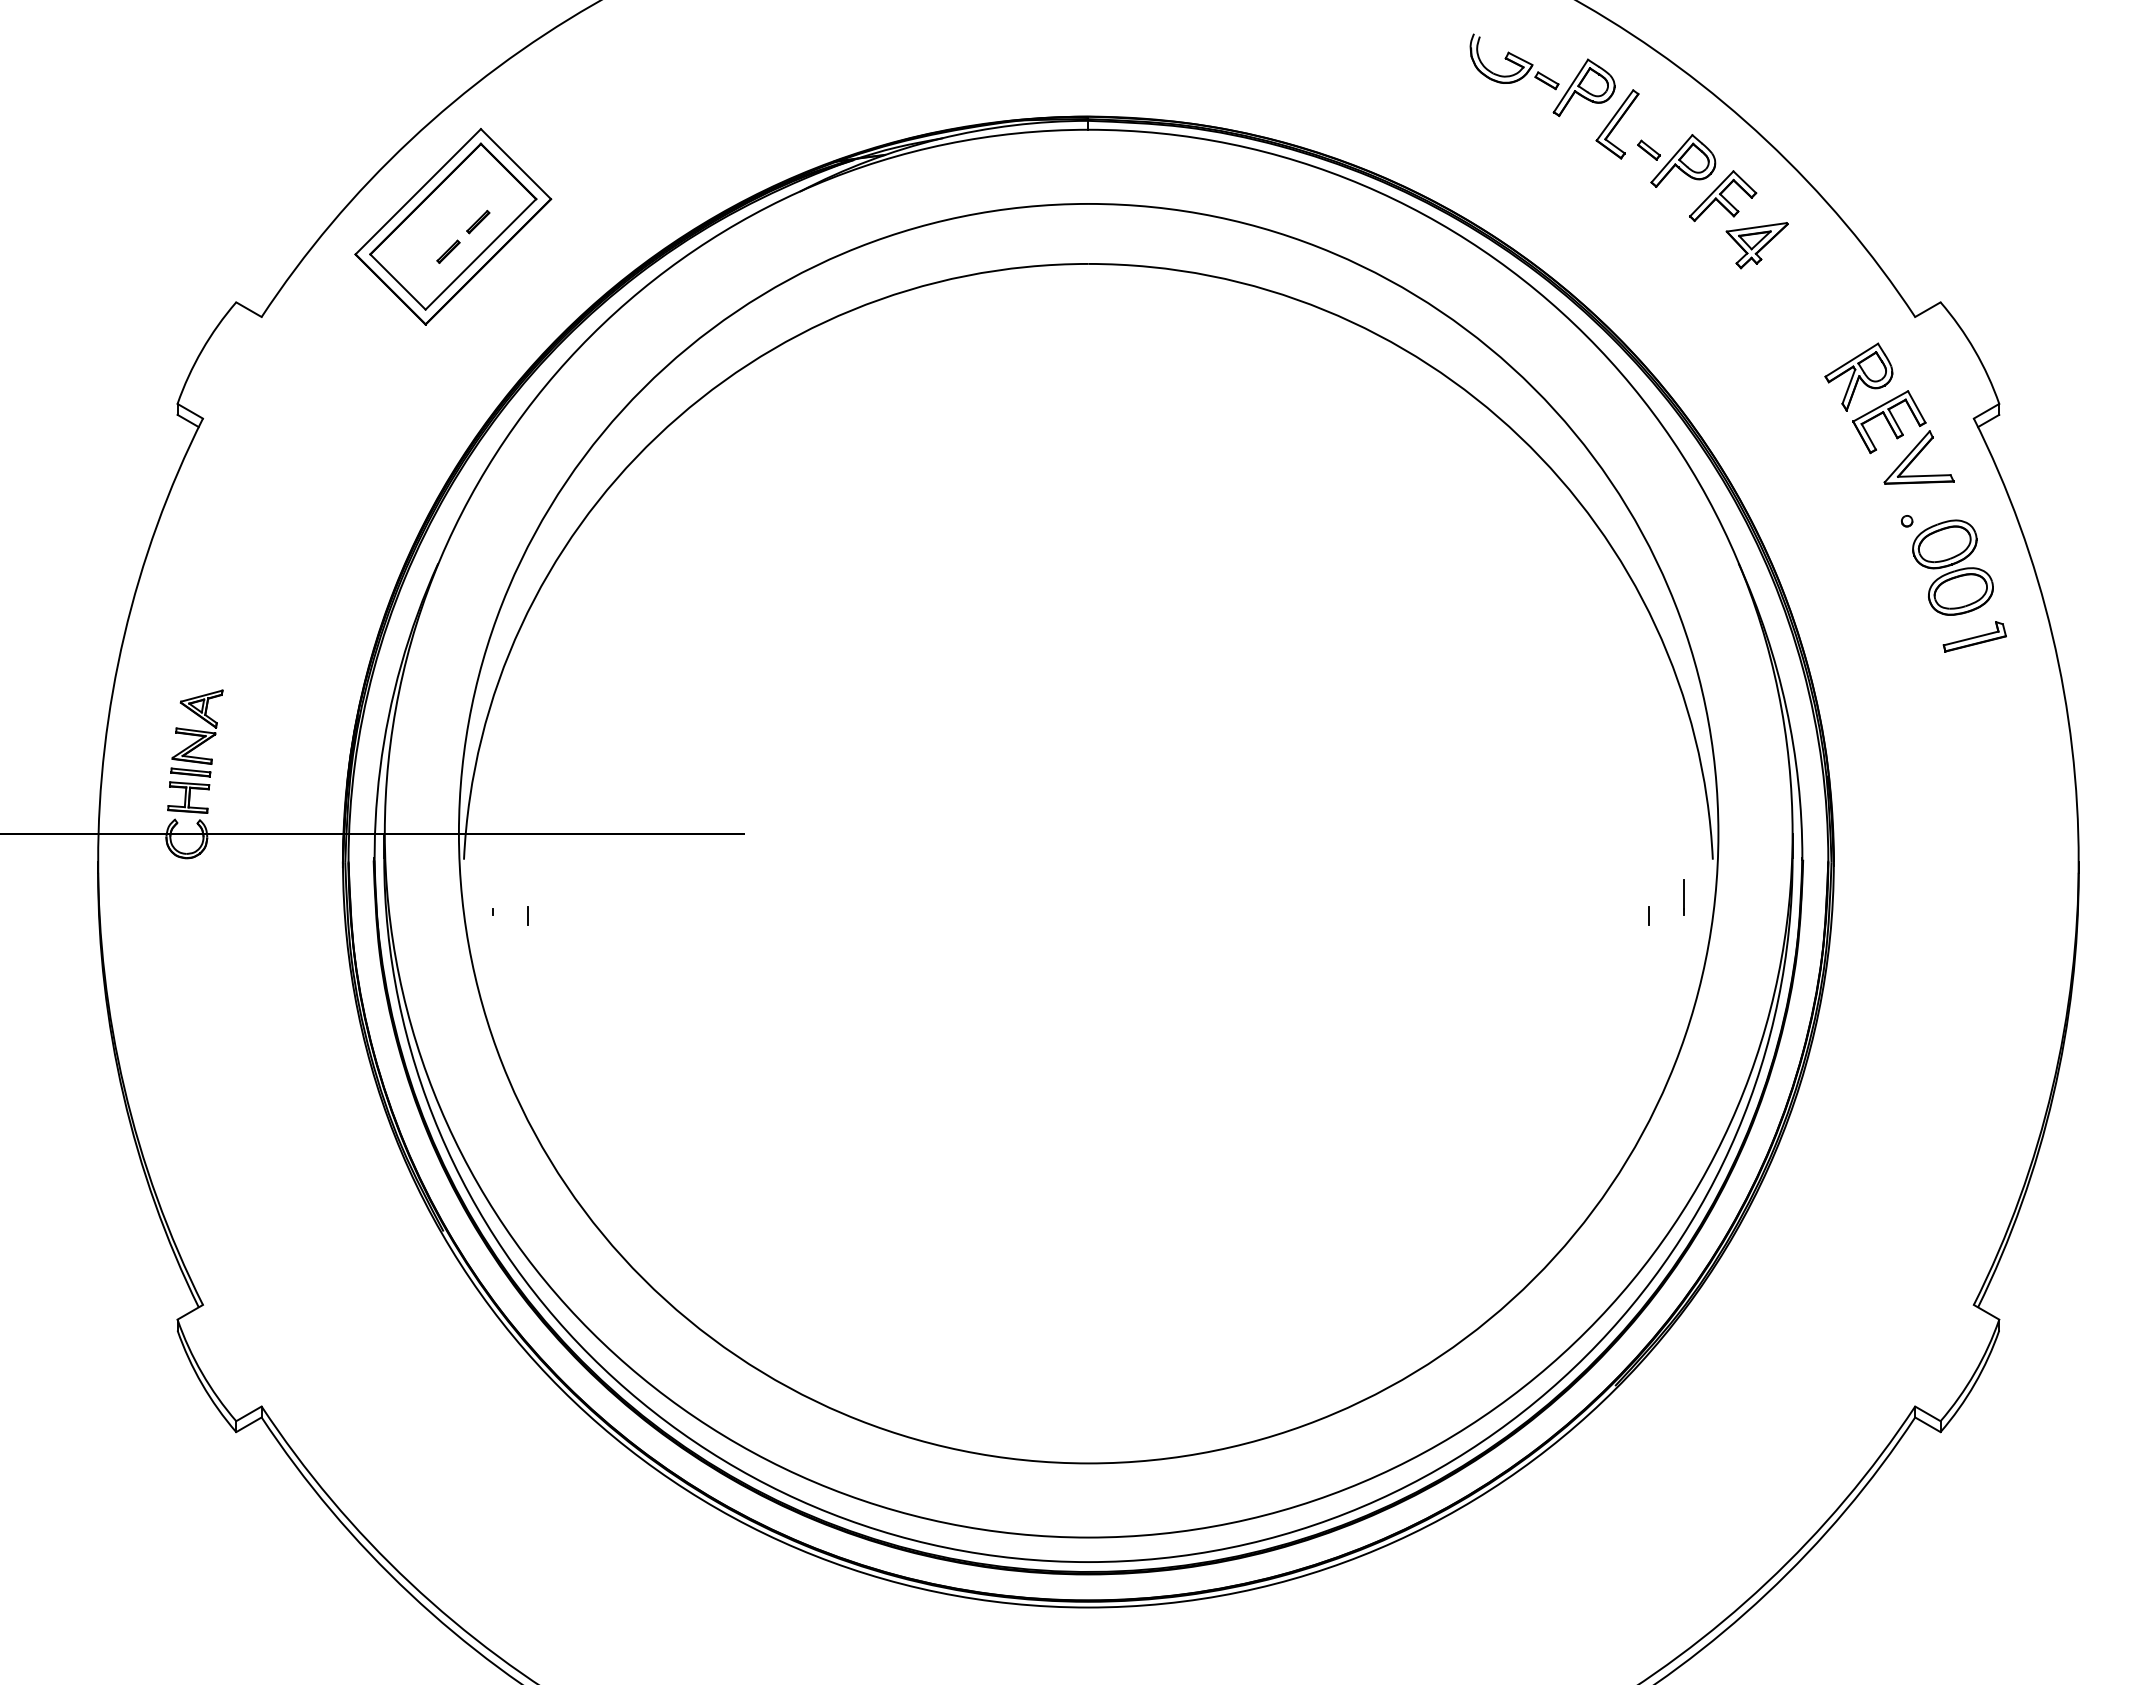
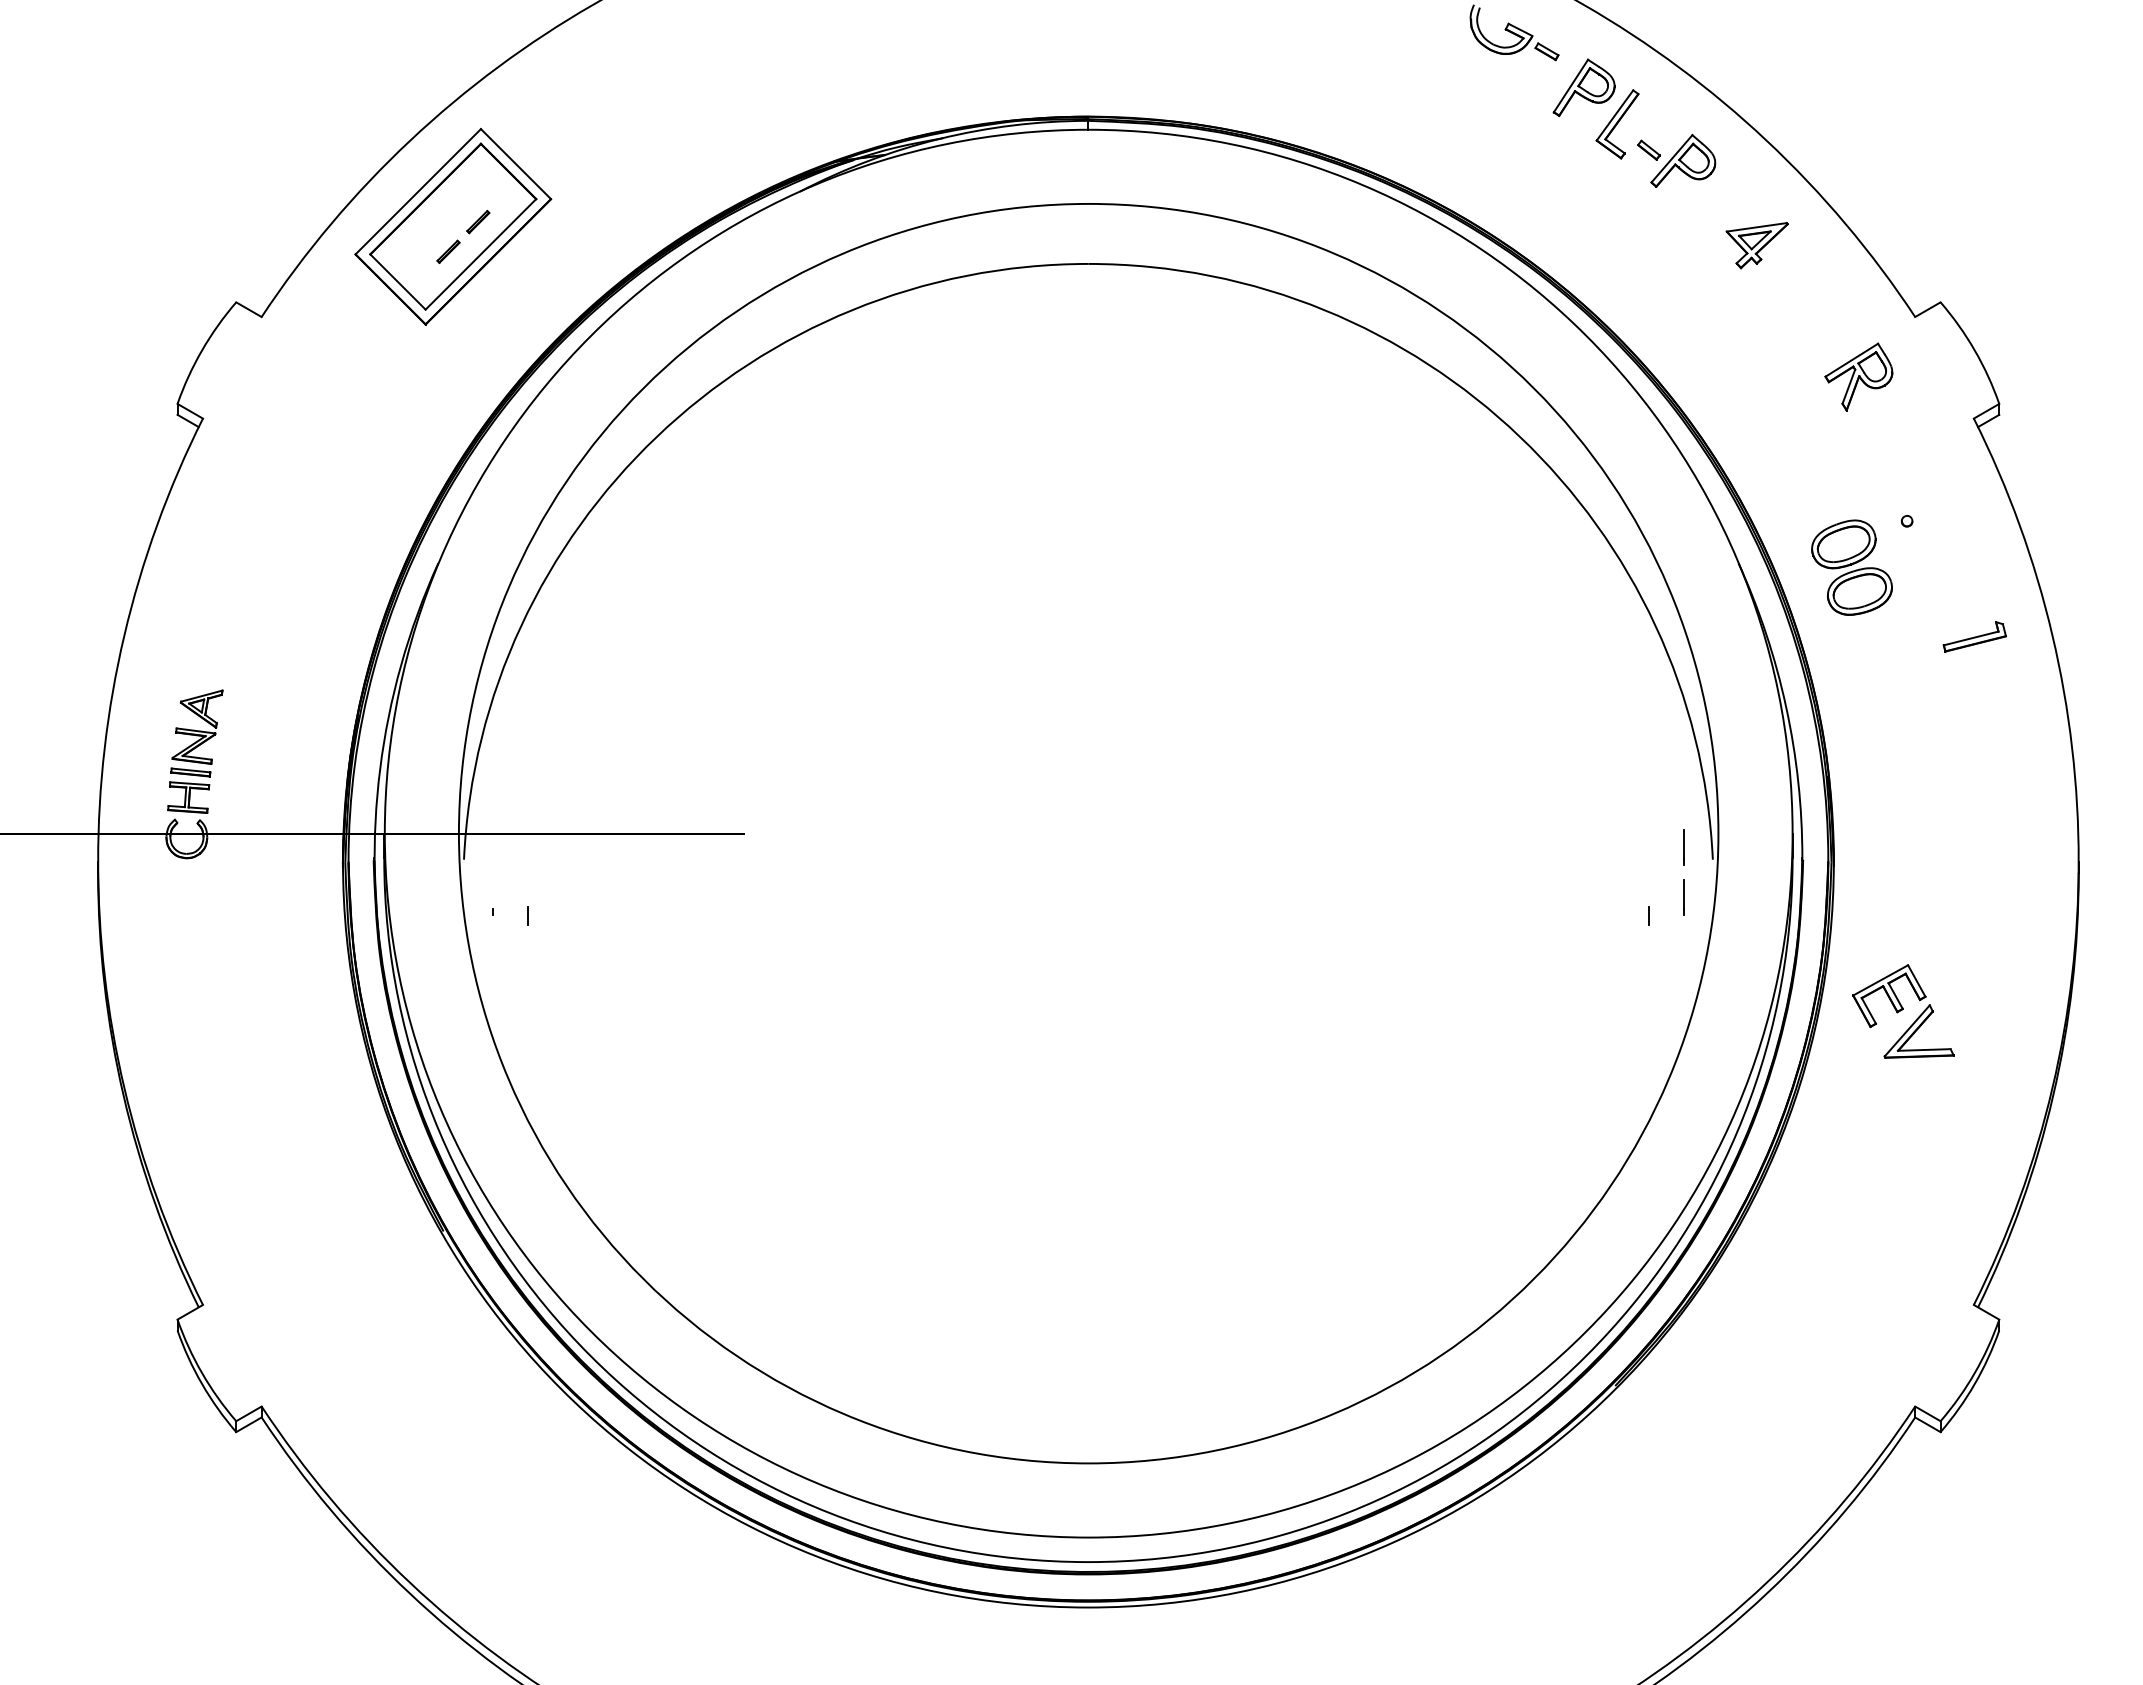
part at (1514, 61) position: (1514, 61) -> (1514, 32)
part at (1723, 196): present -> none
part at (1903, 437) position: (1903, 437) -> (1903, 1011)
part at (1952, 567) position: (1952, 567) -> (1851, 567)
line at (1683, 847): none -> present
